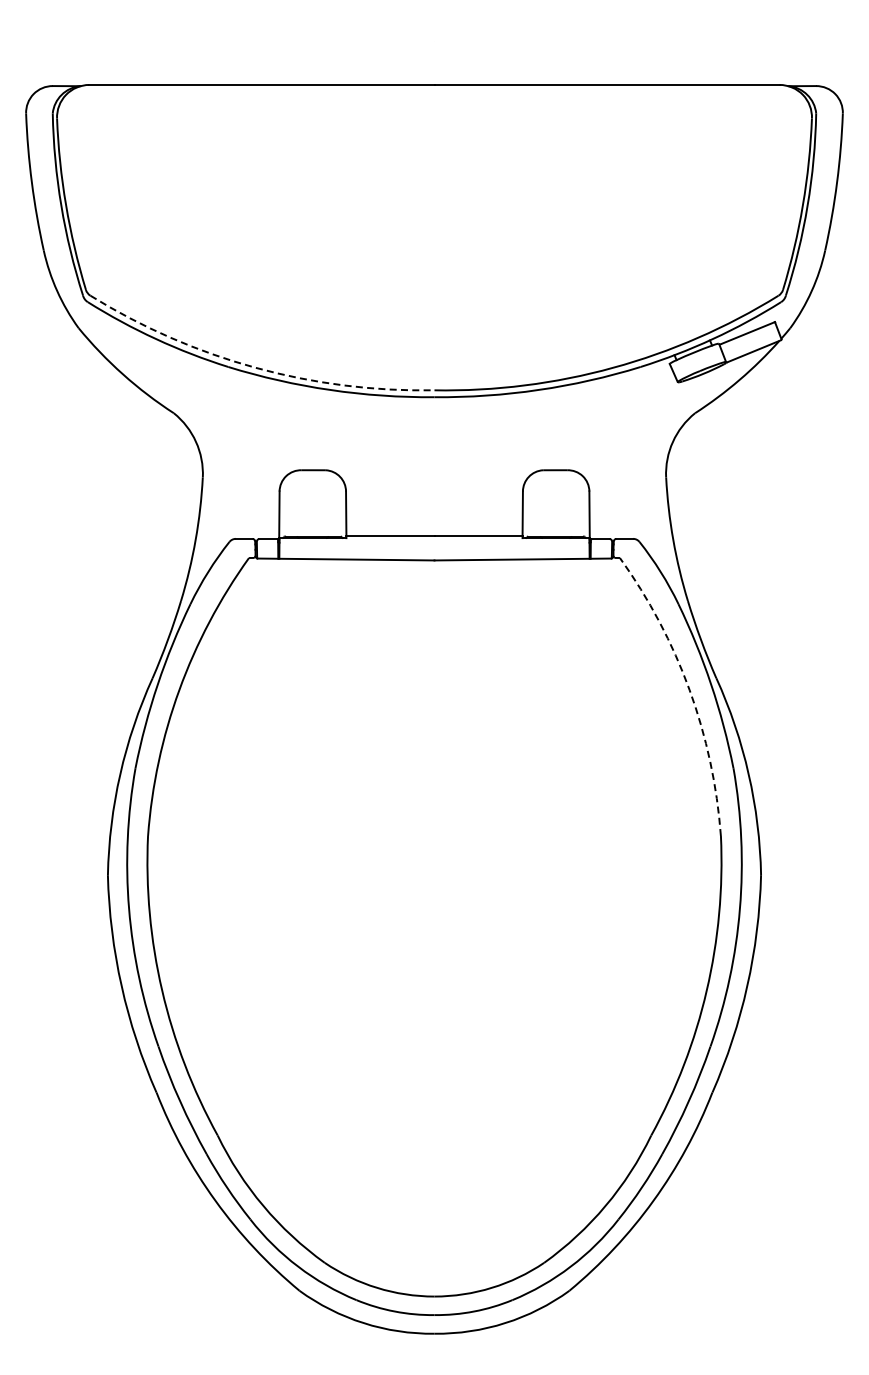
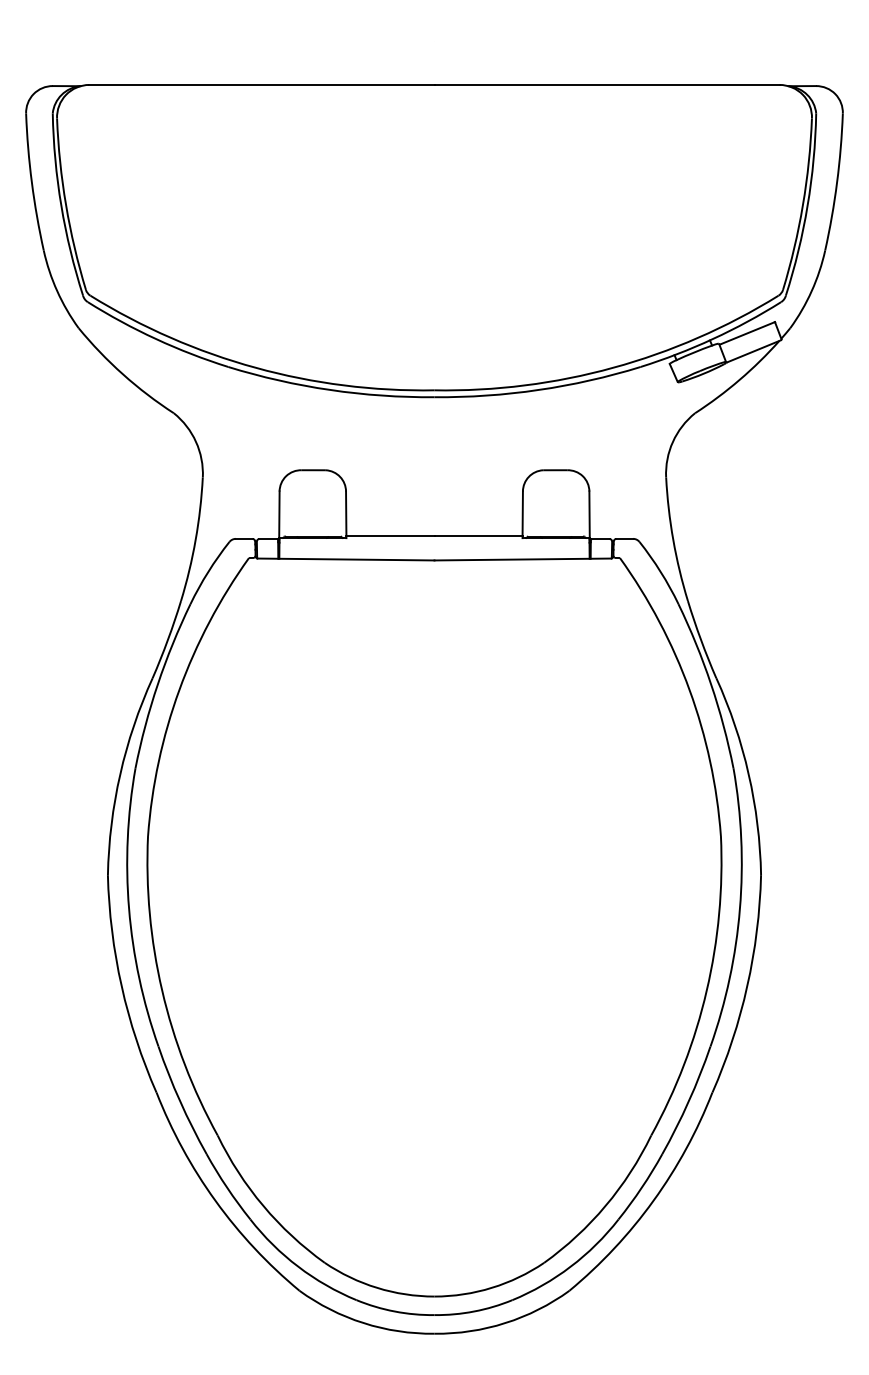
arc at (255, 367): dashed -> solid
arc at (689, 690): dashed -> solid
